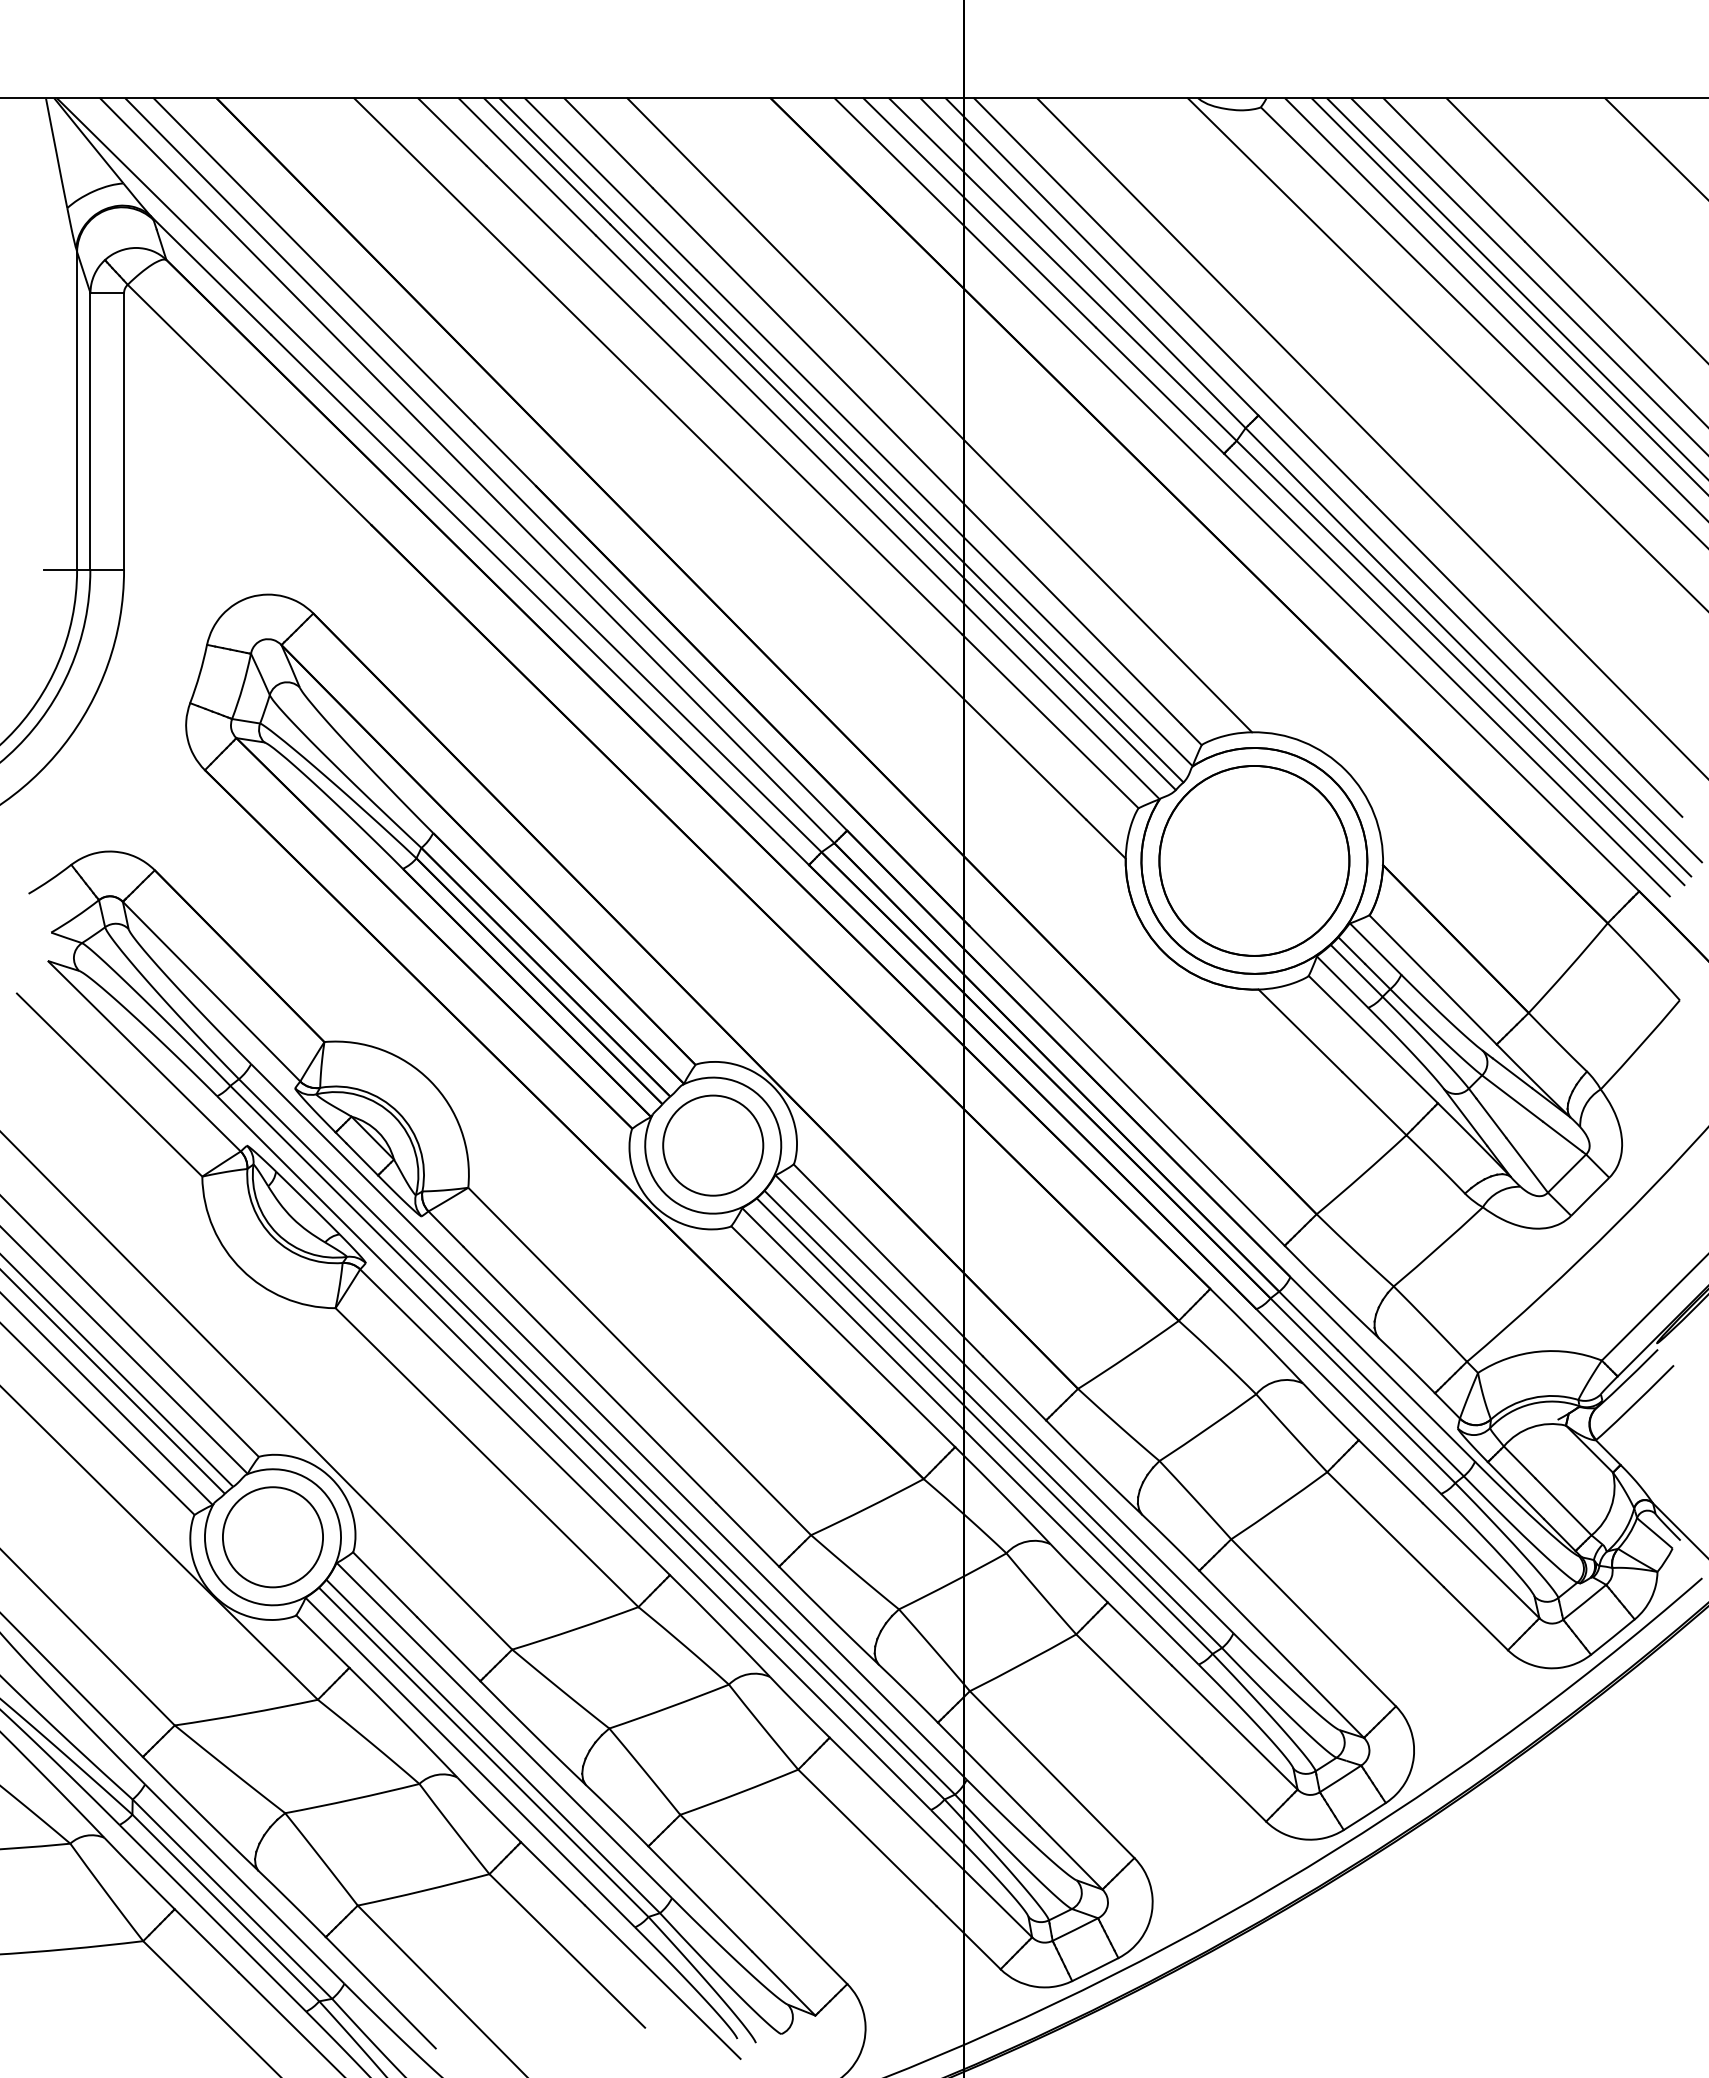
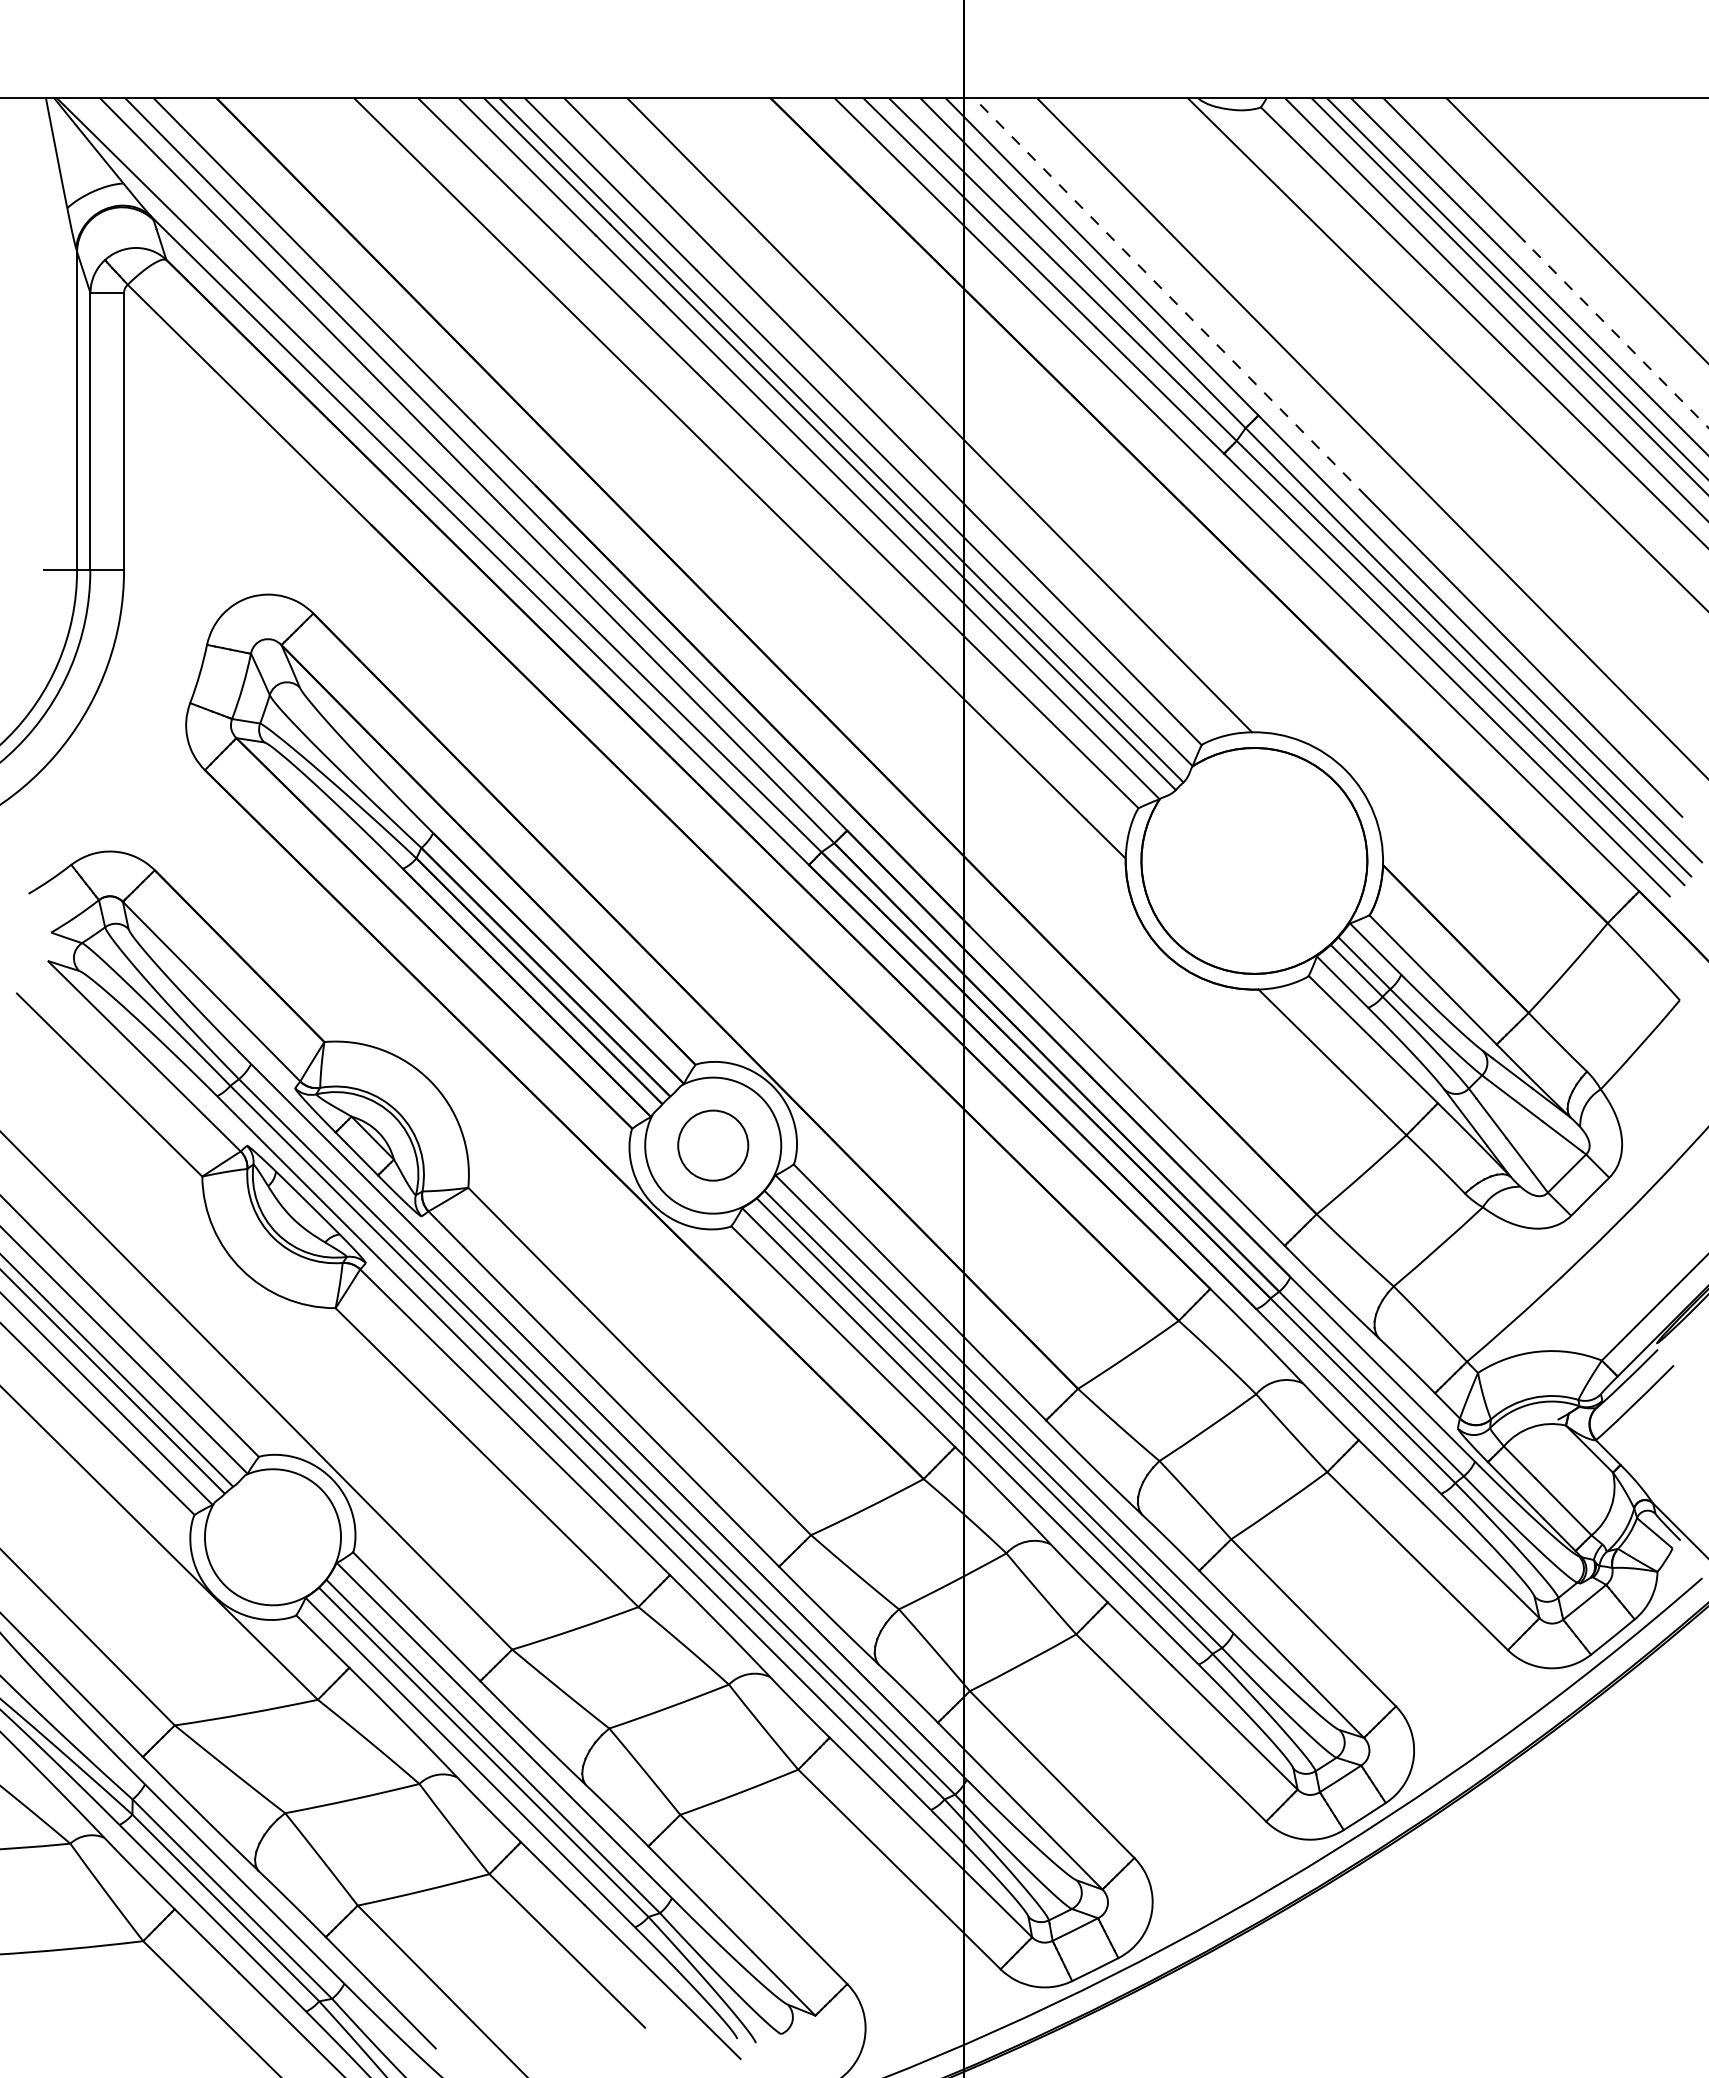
line at (1655, 147): present -> none
line at (1170, 297): solid -> dashed
line at (1616, 334): solid -> dashed
circle at (1254, 860): present -> none
circle at (713, 1145) diameter: 100 px -> 70 px
circle at (272, 1537): present -> none
